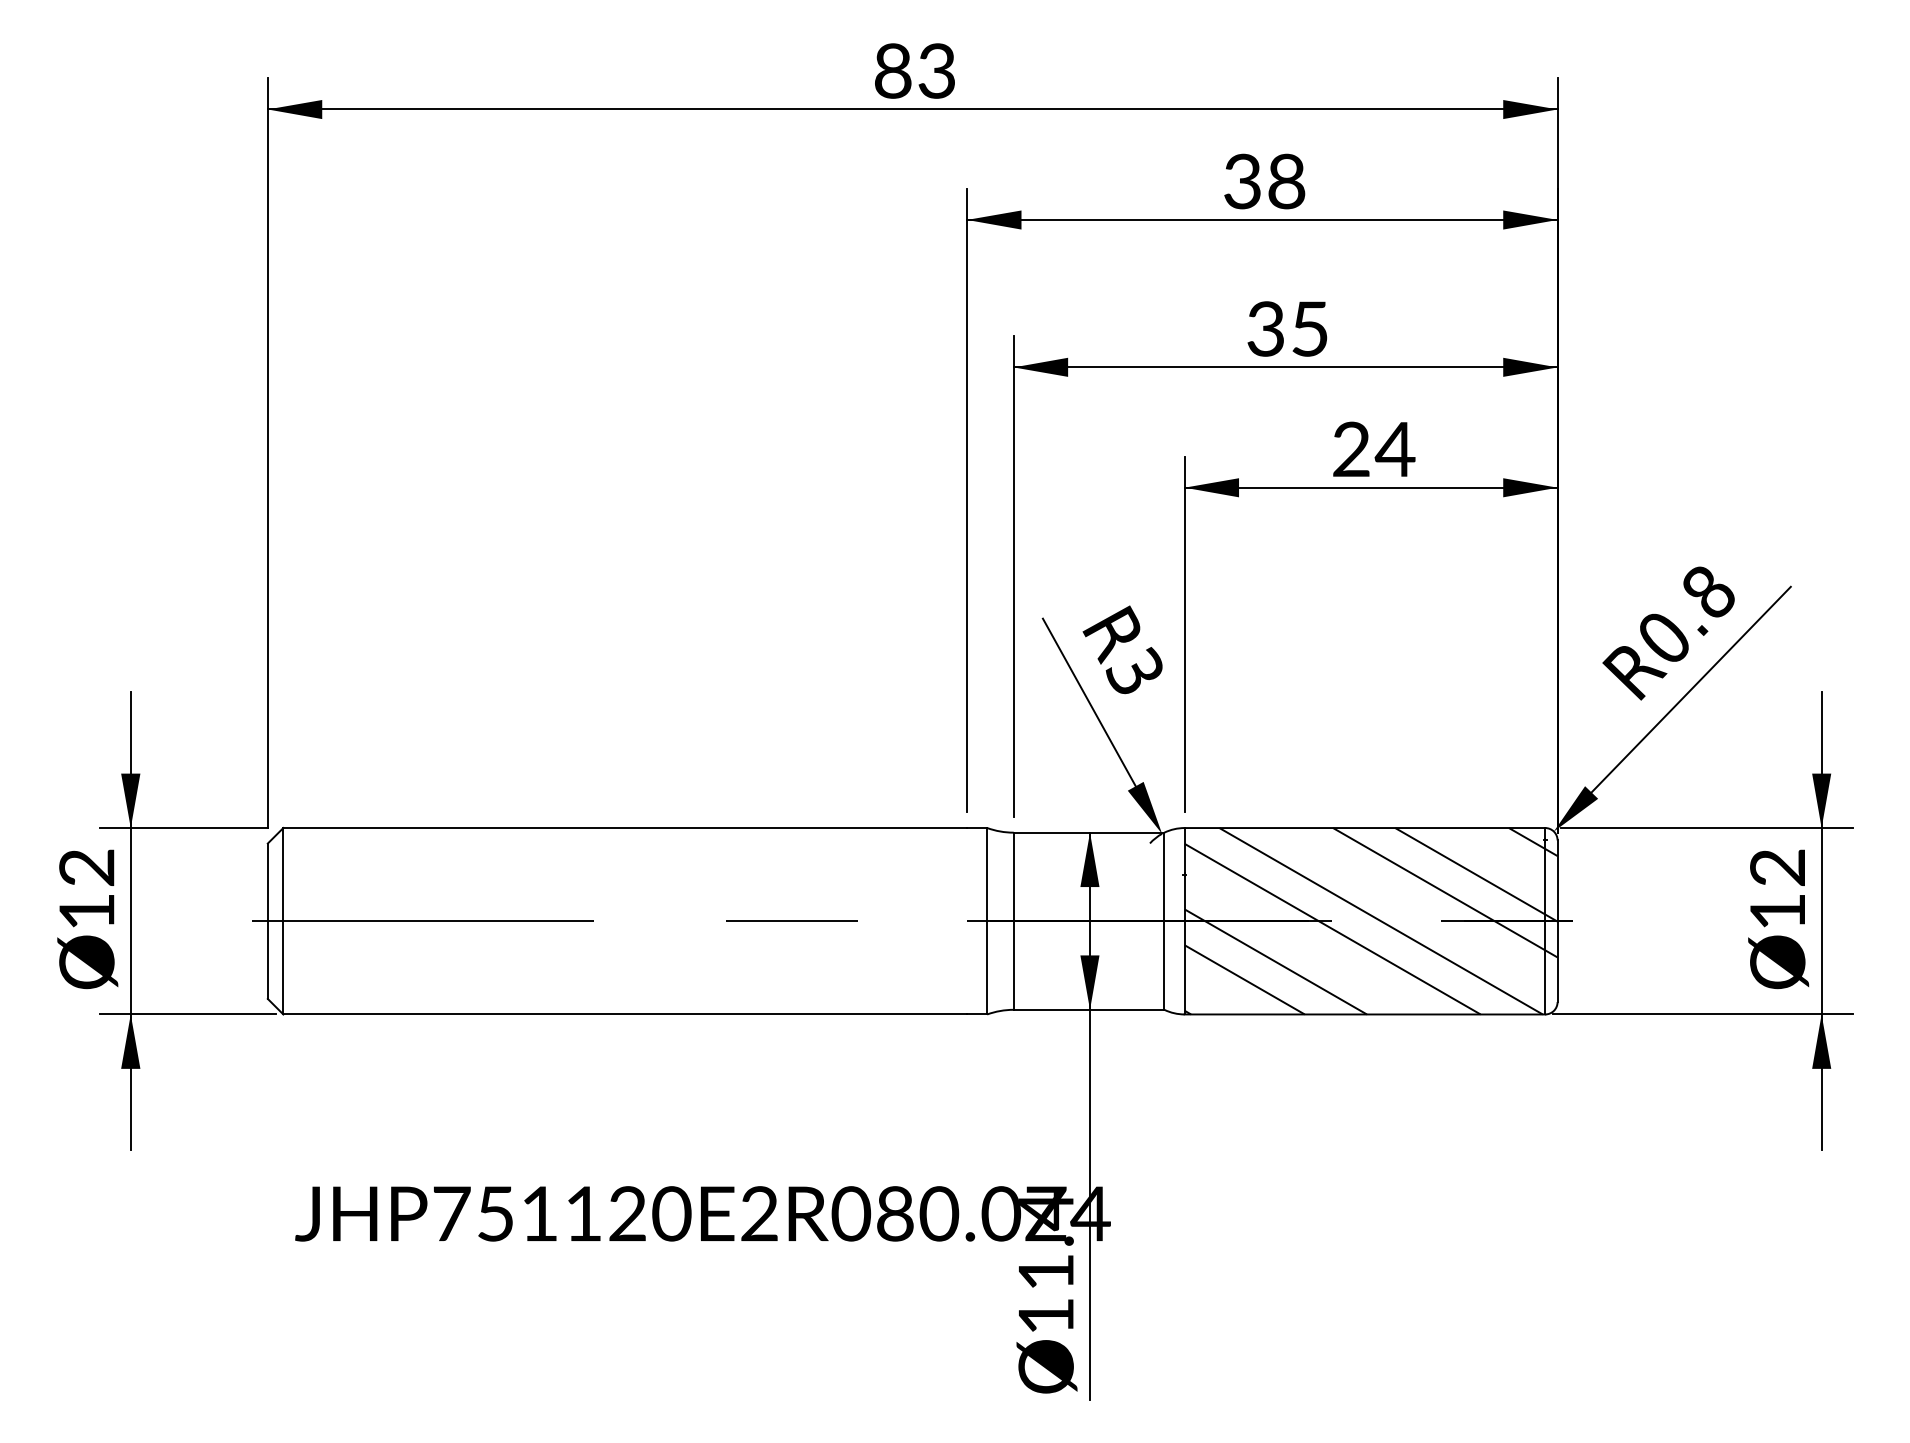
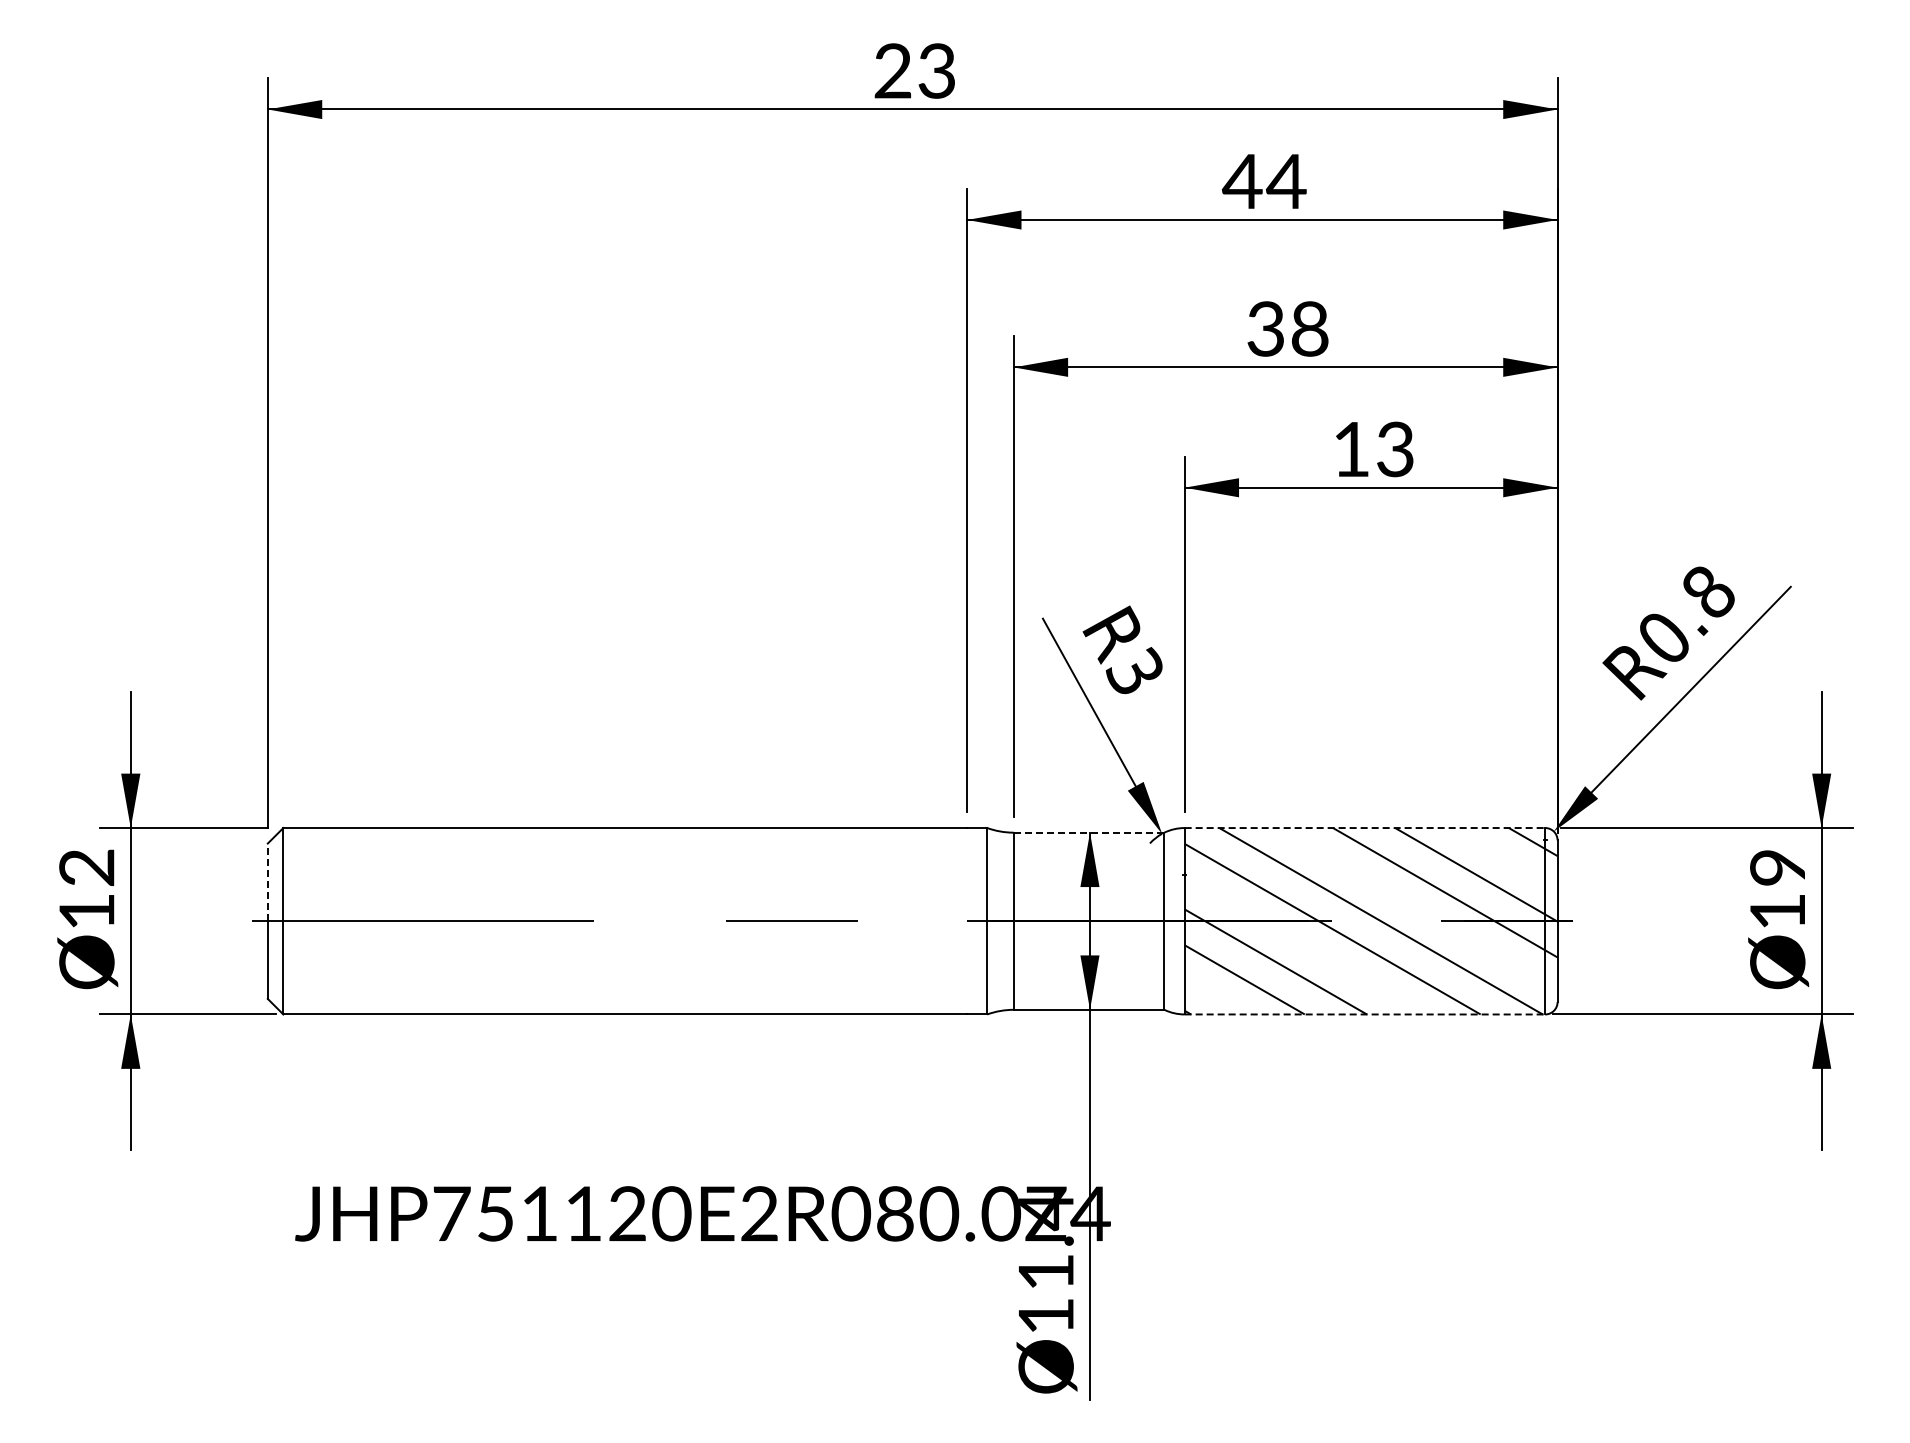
text at (892, 71): 83 -> 23
text at (1263, 181): 38 -> 44
text at (1310, 328): 35 -> 38
text at (1374, 449): 24 -> 13
line at (1365, 828): solid -> dashed
line at (1089, 832): solid -> dashed
text at (1777, 867): 12 -> 19
line at (267, 882): solid -> dashed
line at (1365, 1014): solid -> dashed
